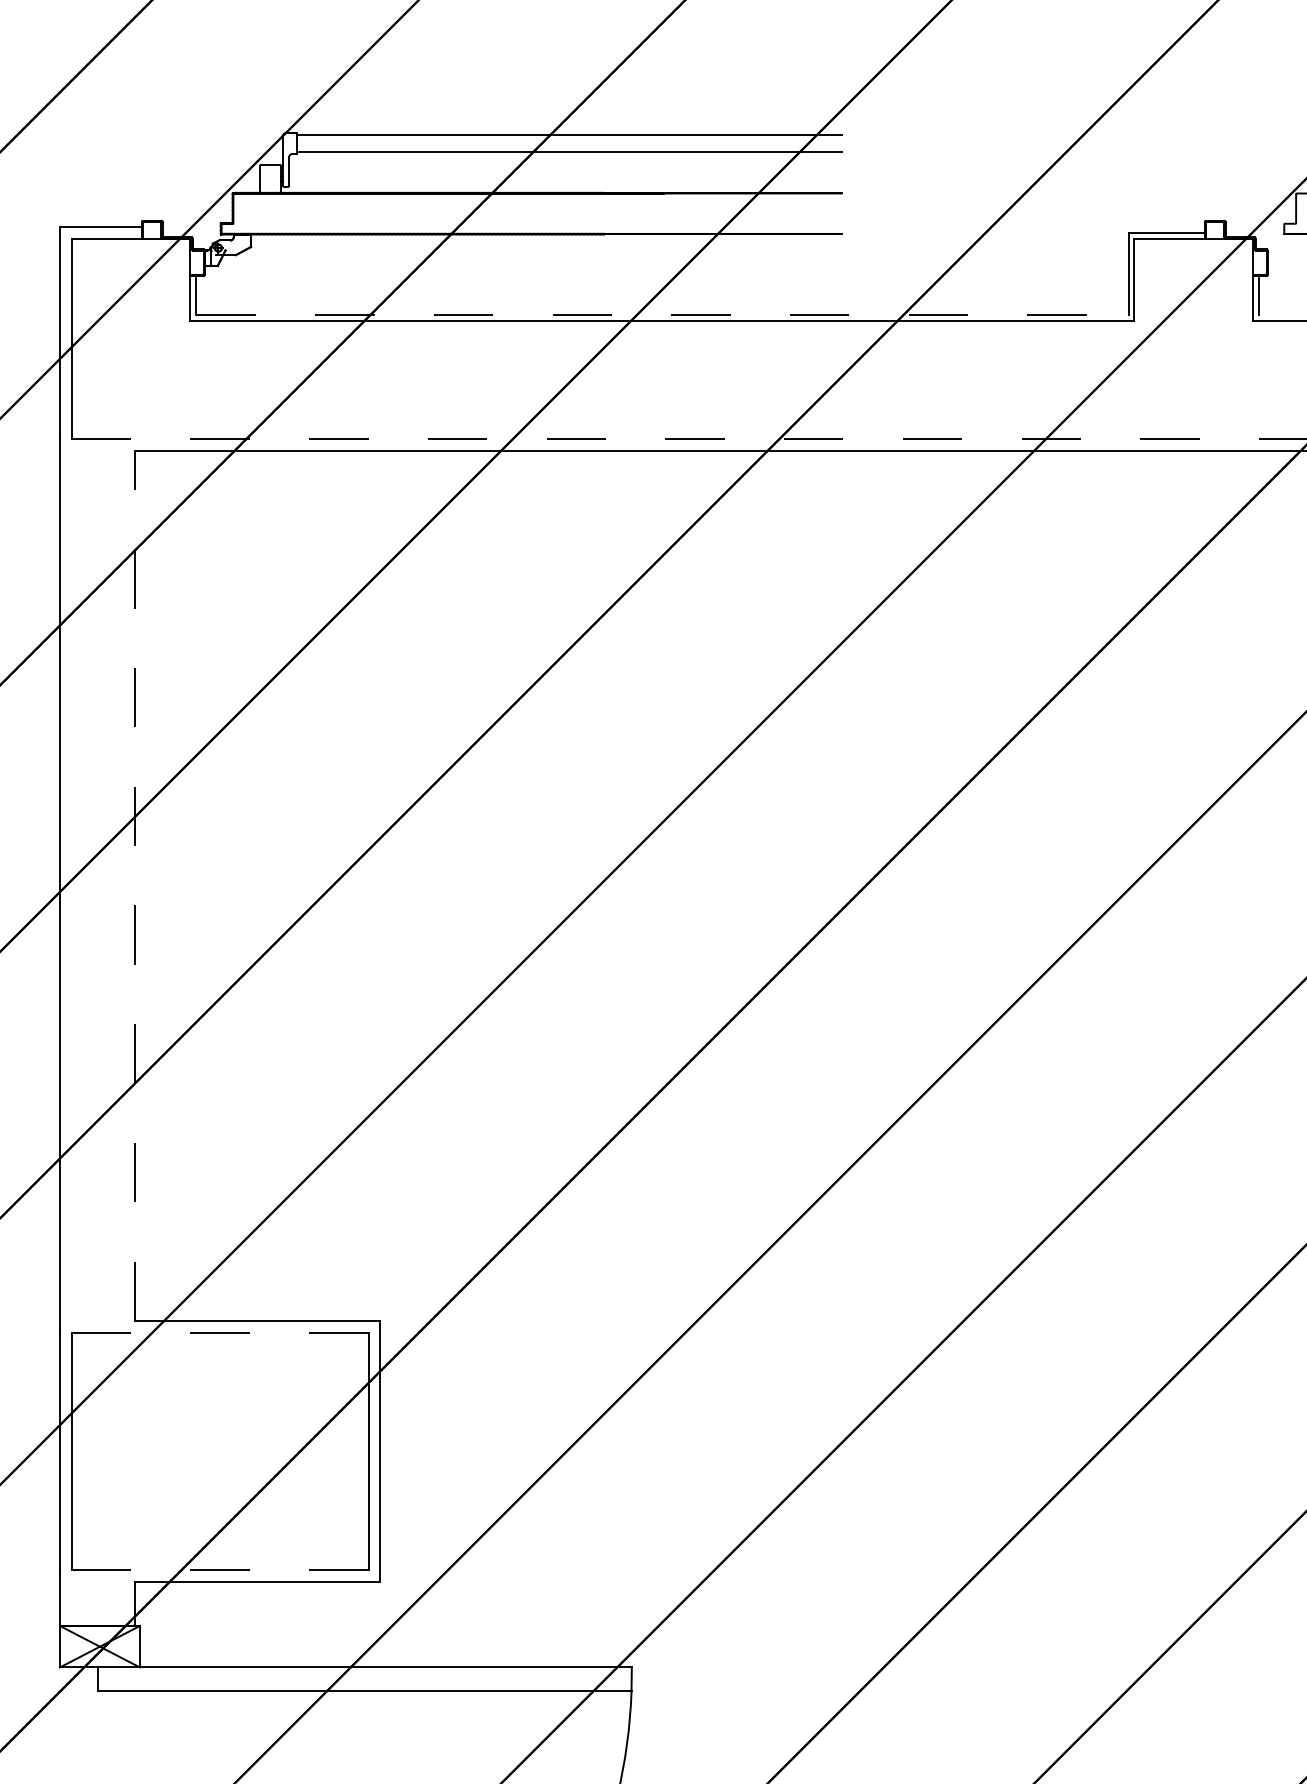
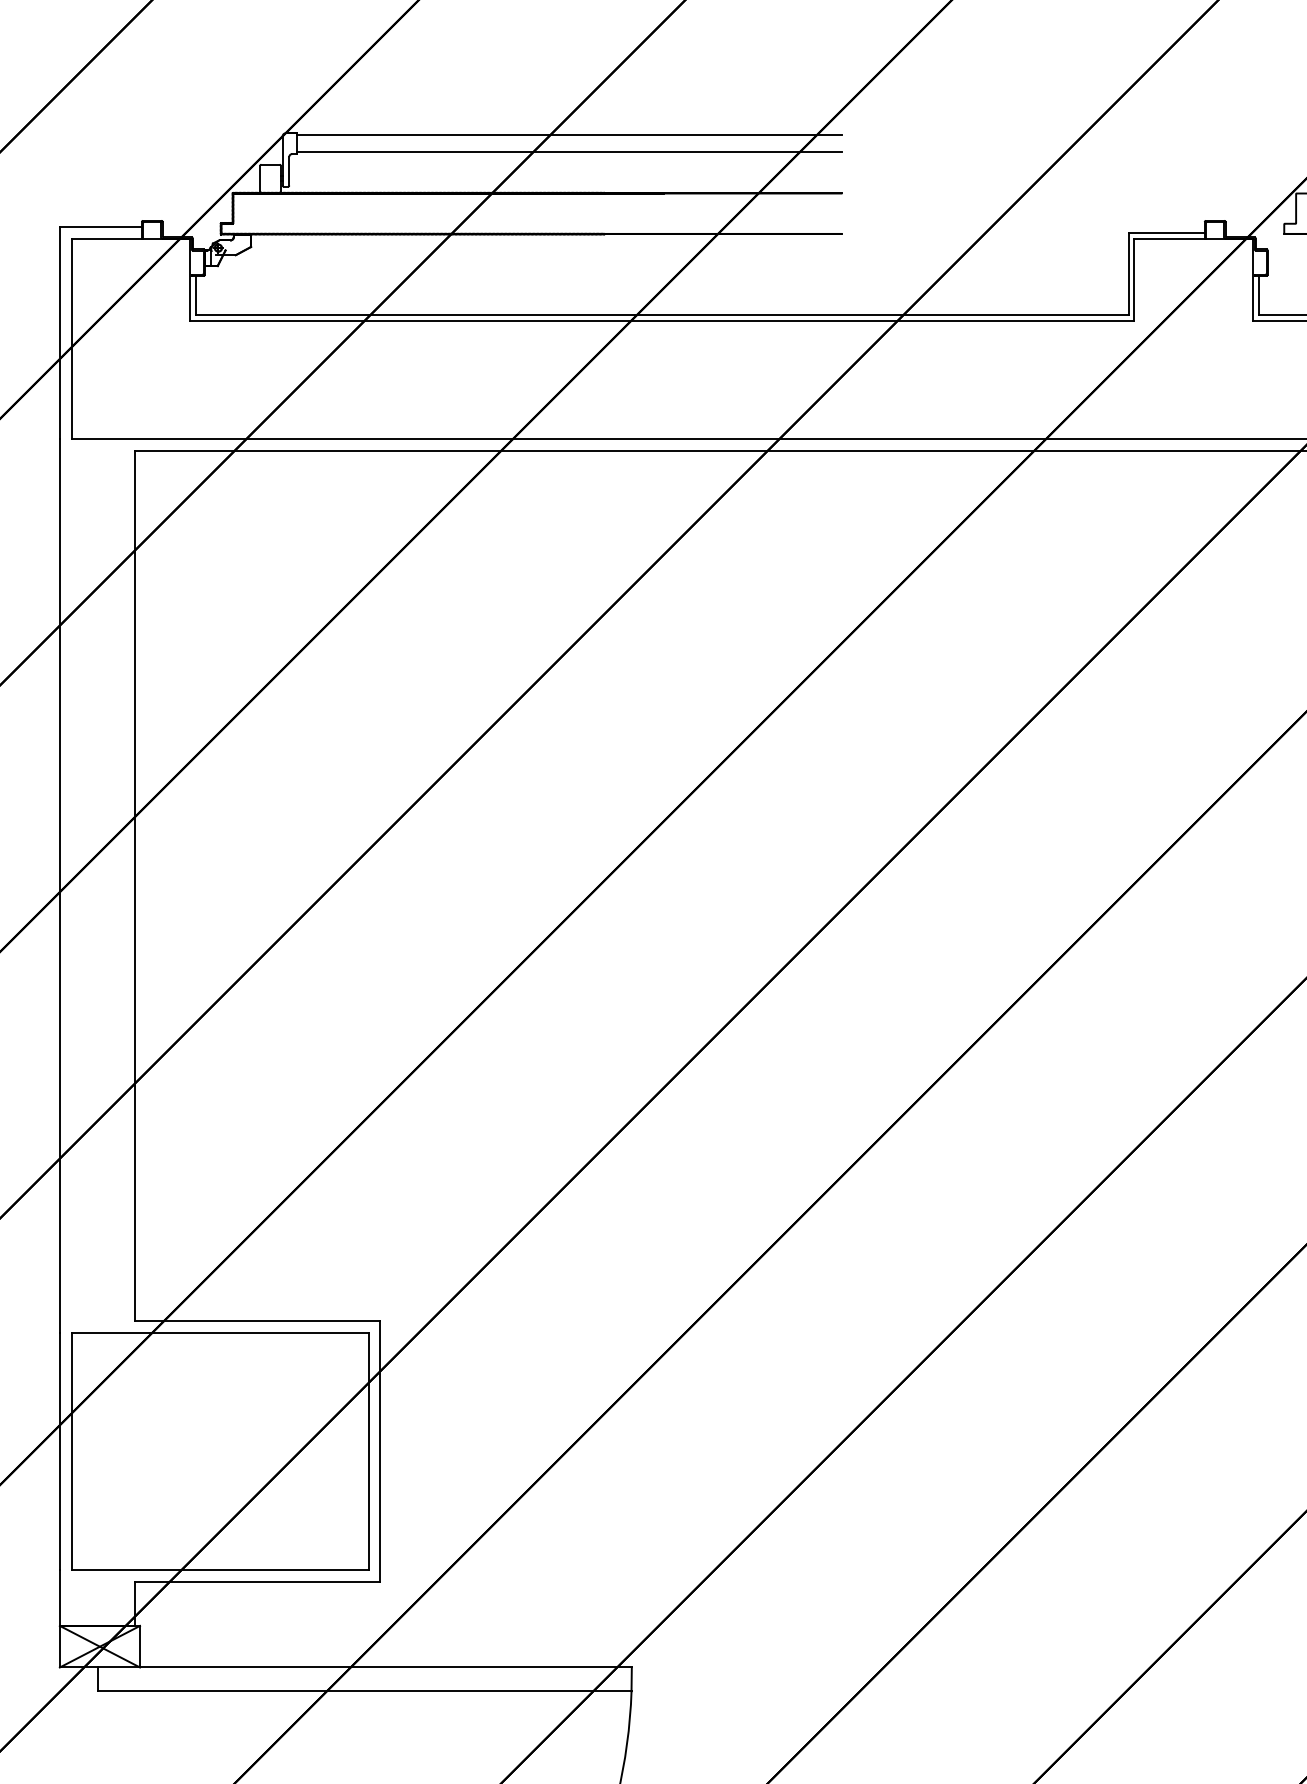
line at (662, 314): dashed -> solid
line at (1281, 314): none -> present
line at (689, 439): dashed -> solid
line at (135, 886): dashed -> solid
line at (220, 1332): dashed -> solid
line at (220, 1570): dashed -> solid
